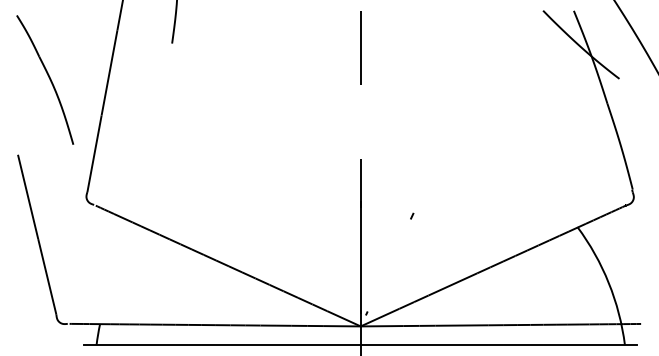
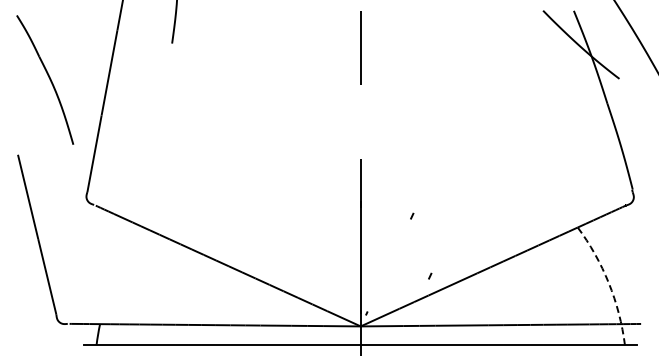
curve at (430, 275): none -> present
arc at (608, 283): solid -> dashed
